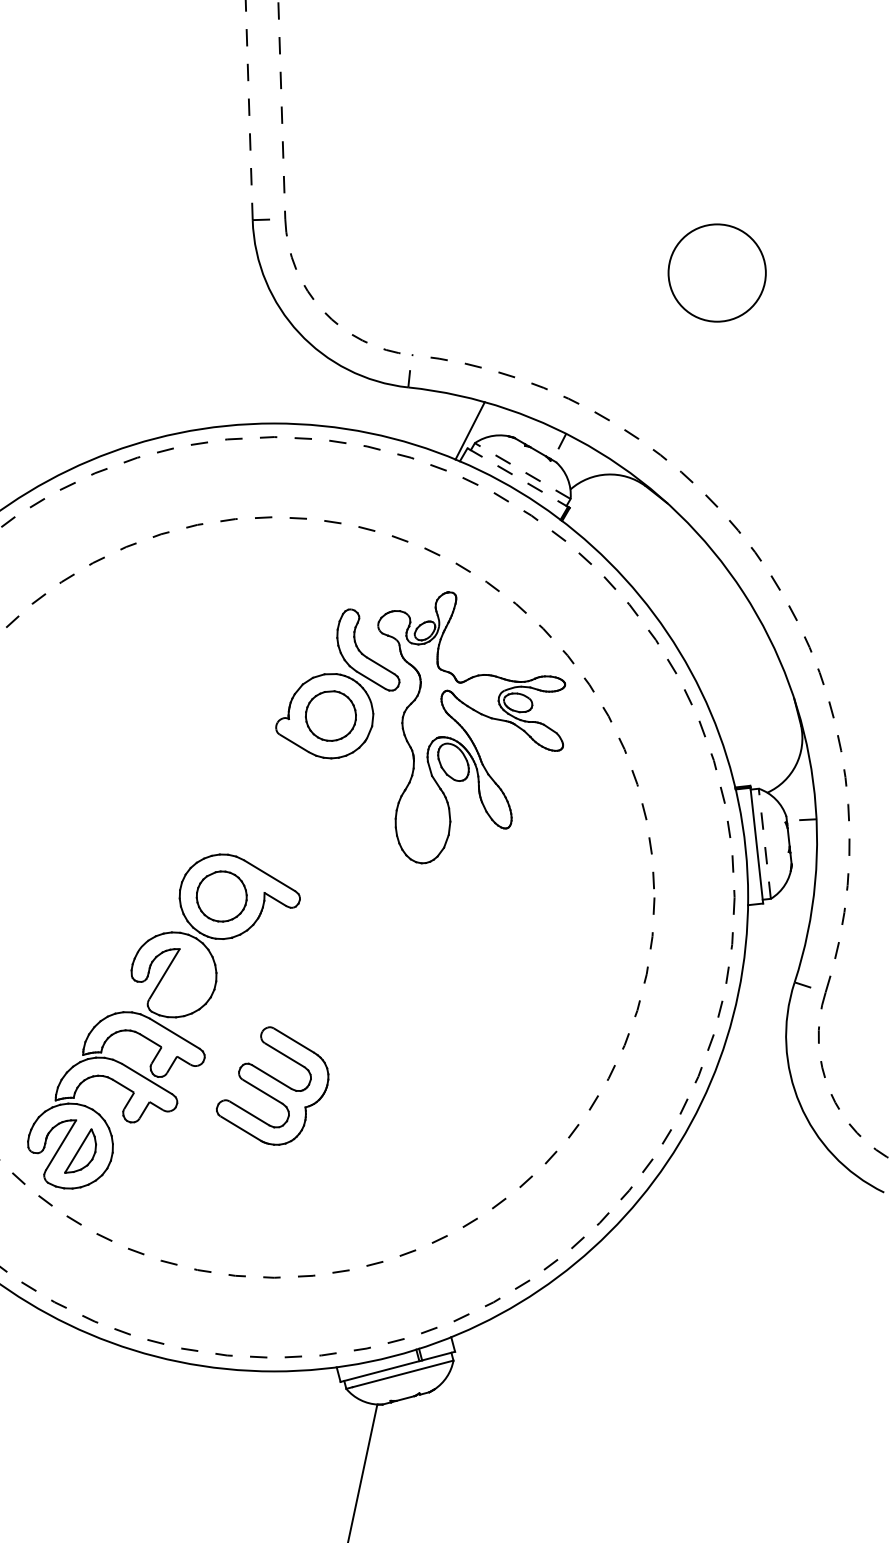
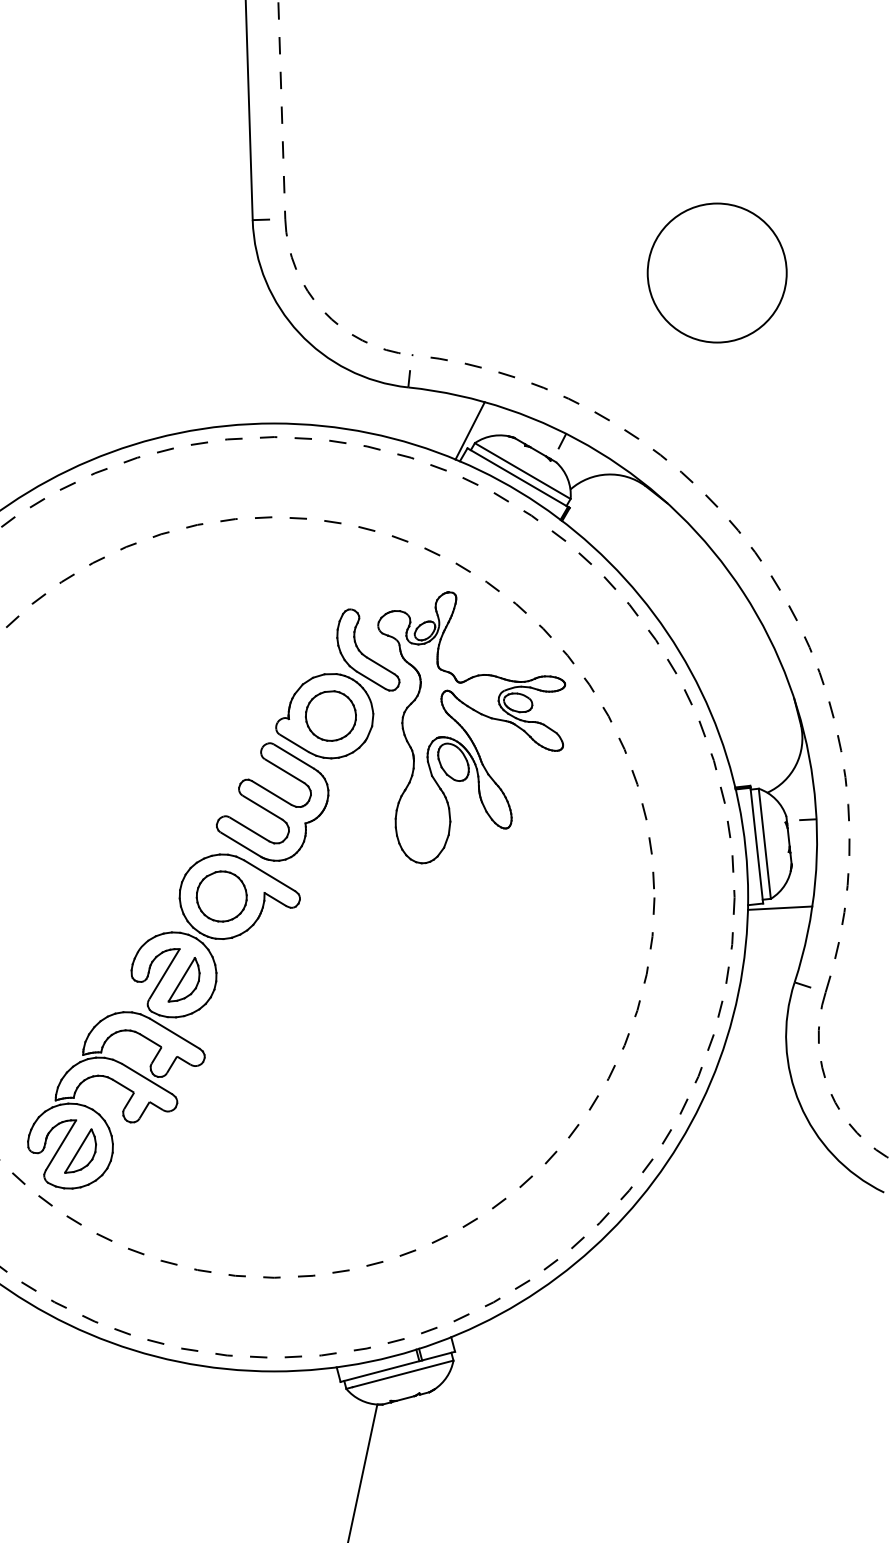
line at (249, 110): dashed -> solid
circle at (716, 272) diameter: 97 px -> 139 px
line at (522, 470): dashed -> solid
line at (518, 477): dashed -> solid
line at (764, 843): dashed -> solid
line at (779, 907): none -> present
part at (183, 979): none -> present
part at (272, 1085) position: (272, 1085) -> (272, 801)
